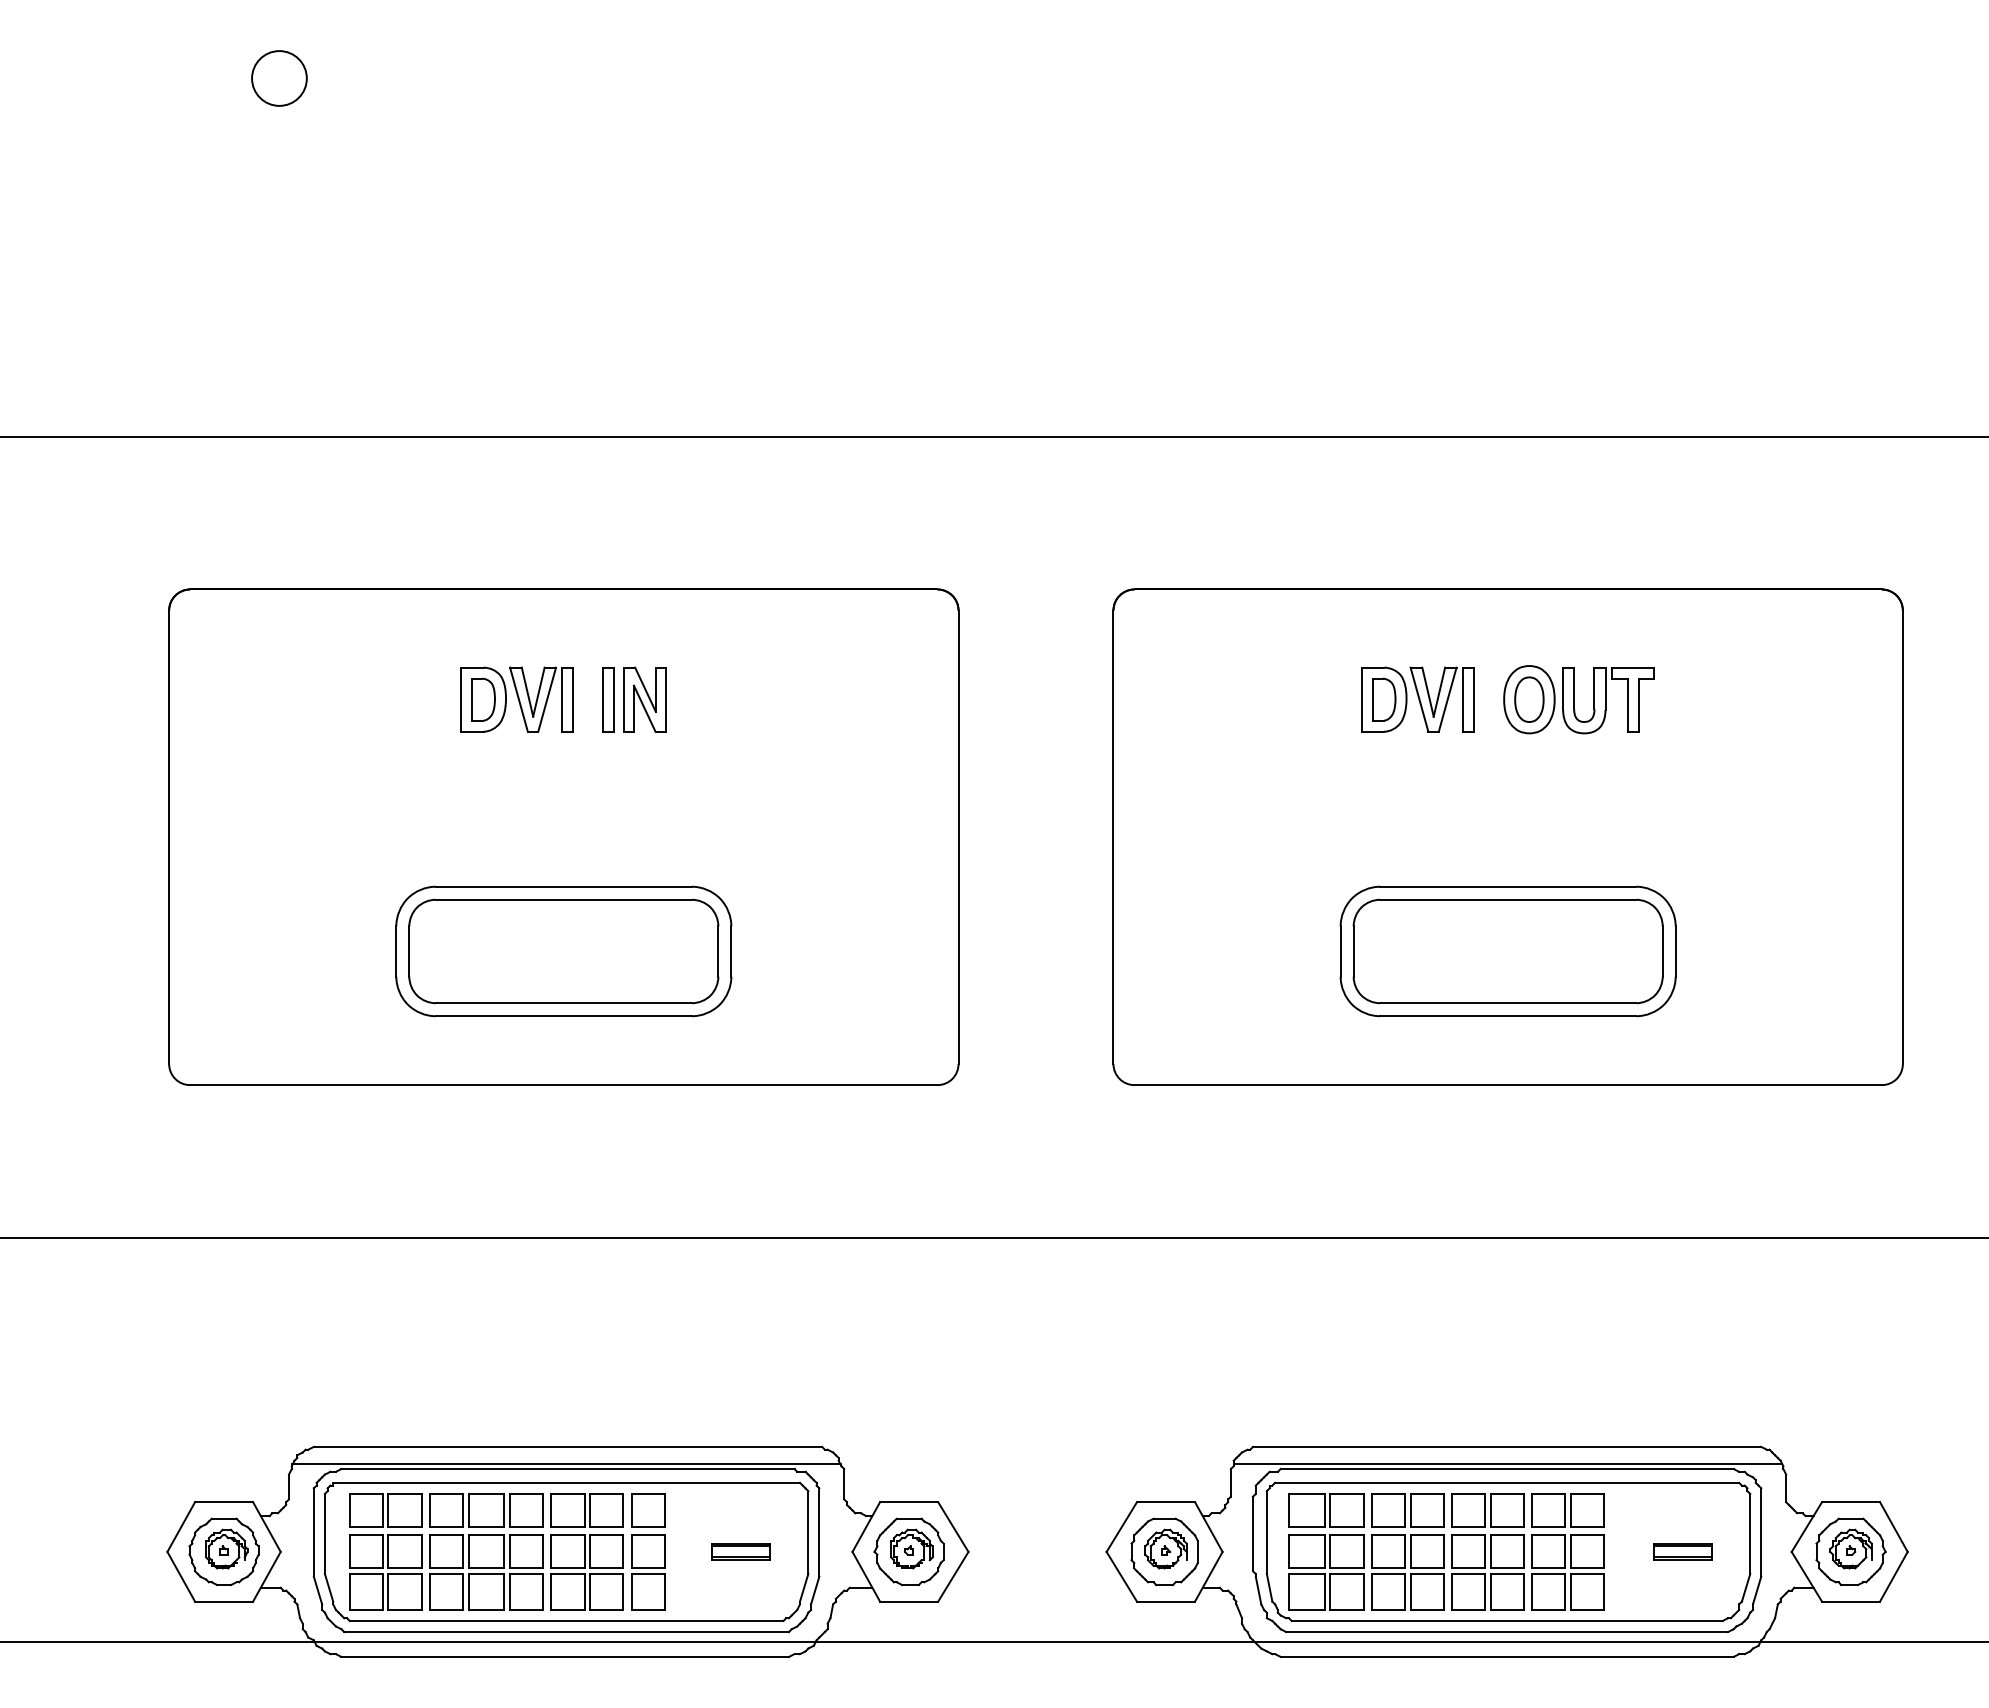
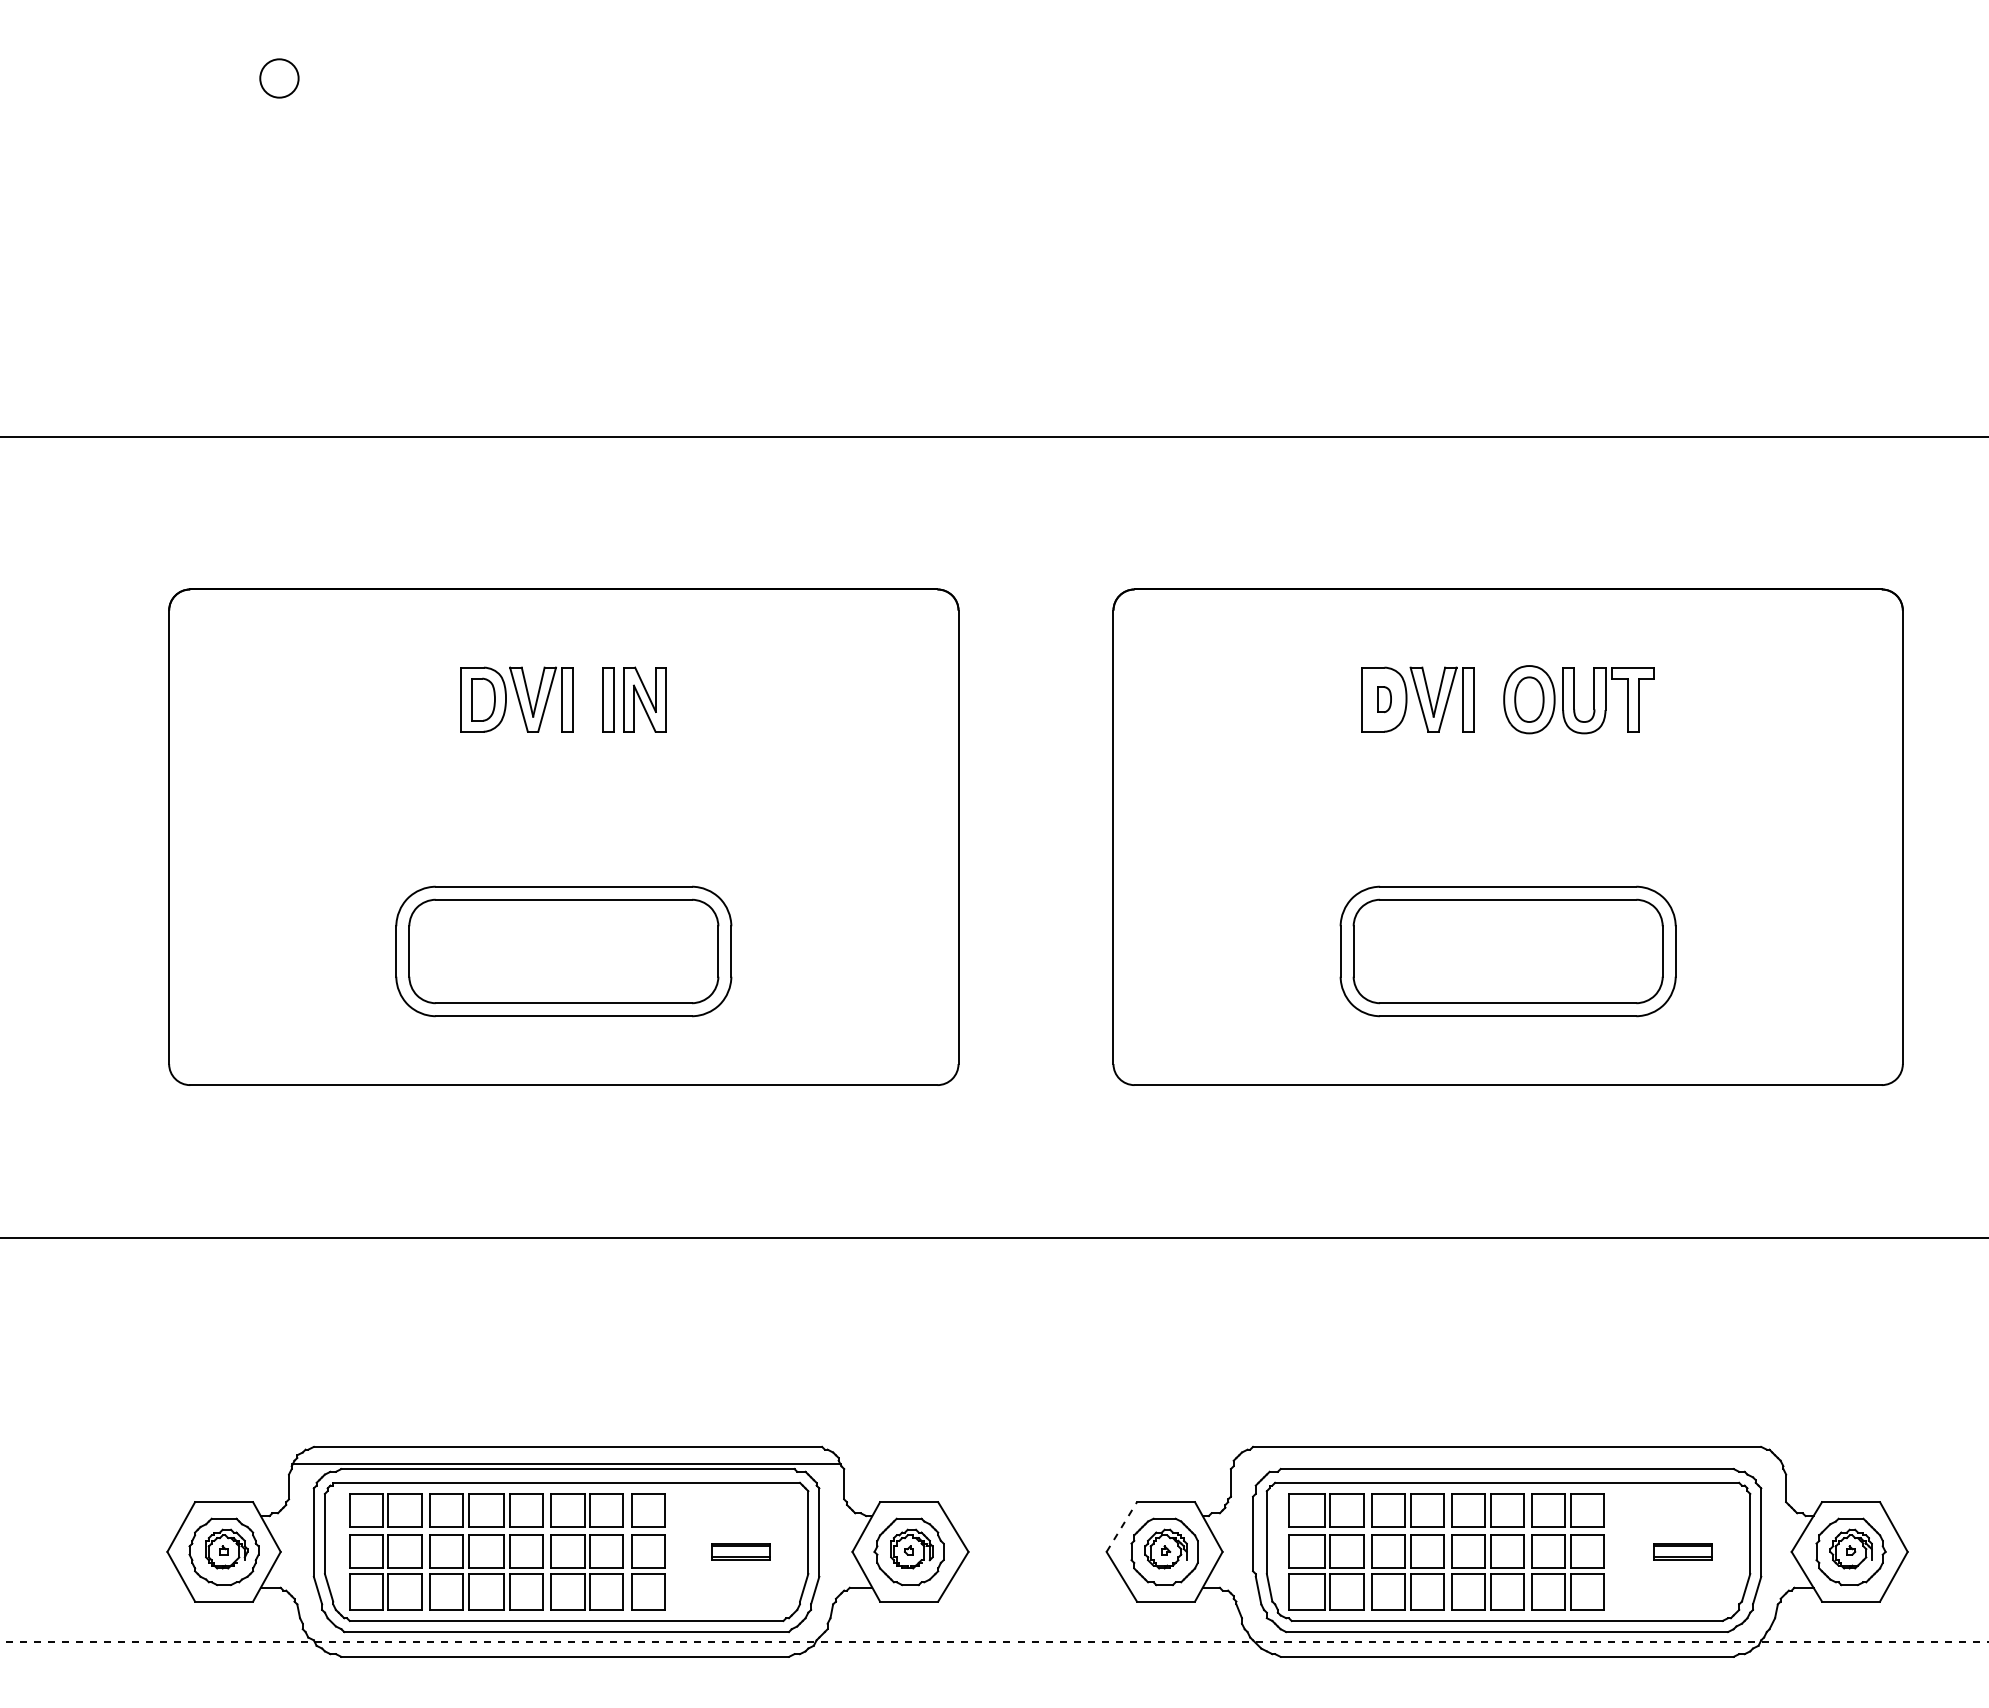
circle at (279, 78) diameter: 55 px -> 38 px
part at (1384, 699) size: 25x45 px -> 15x28 px
line at (1506, 1463): present -> none
line at (1122, 1526): solid -> dashed
line at (994, 1642): solid -> dashed
